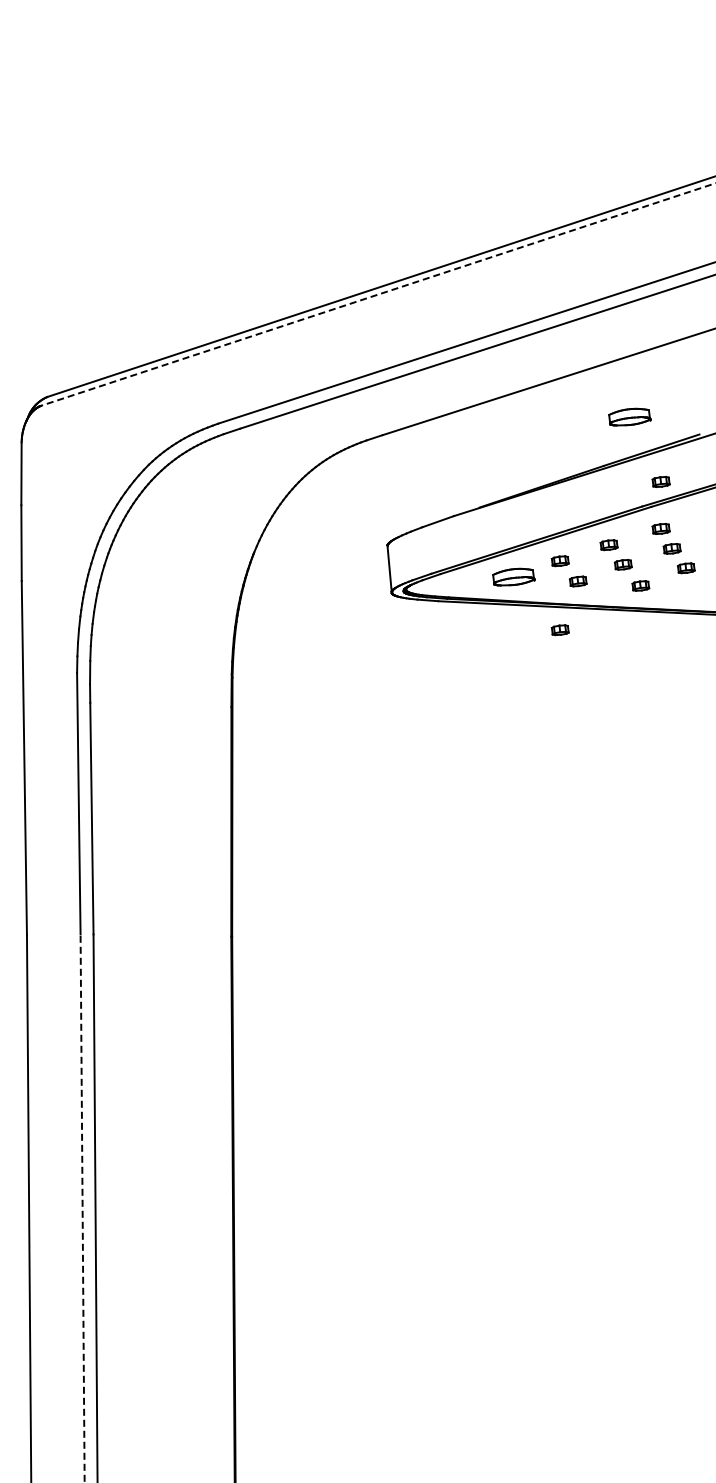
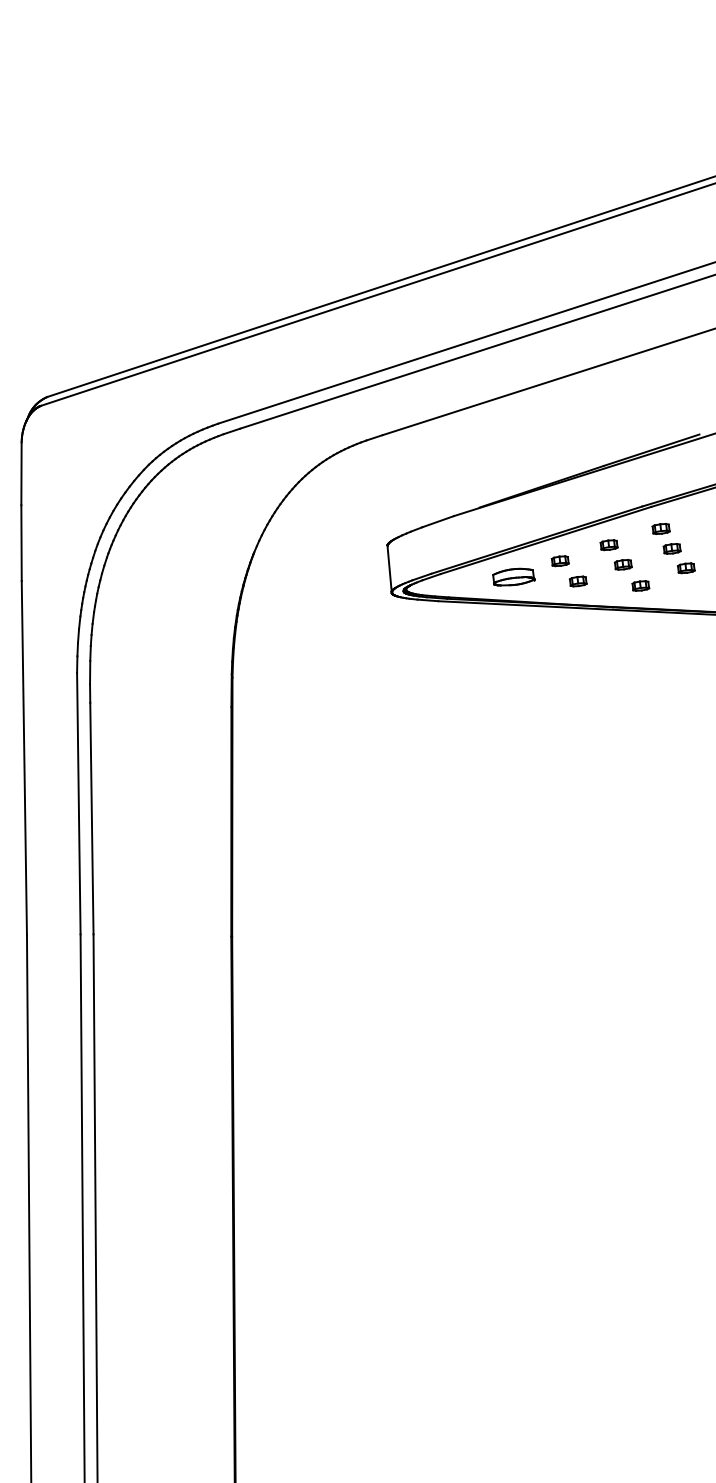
line at (377, 294): dashed -> solid
part at (629, 416): present -> none
part at (660, 481): present -> none
part at (559, 630): present -> none
line at (82, 1208): dashed -> solid
